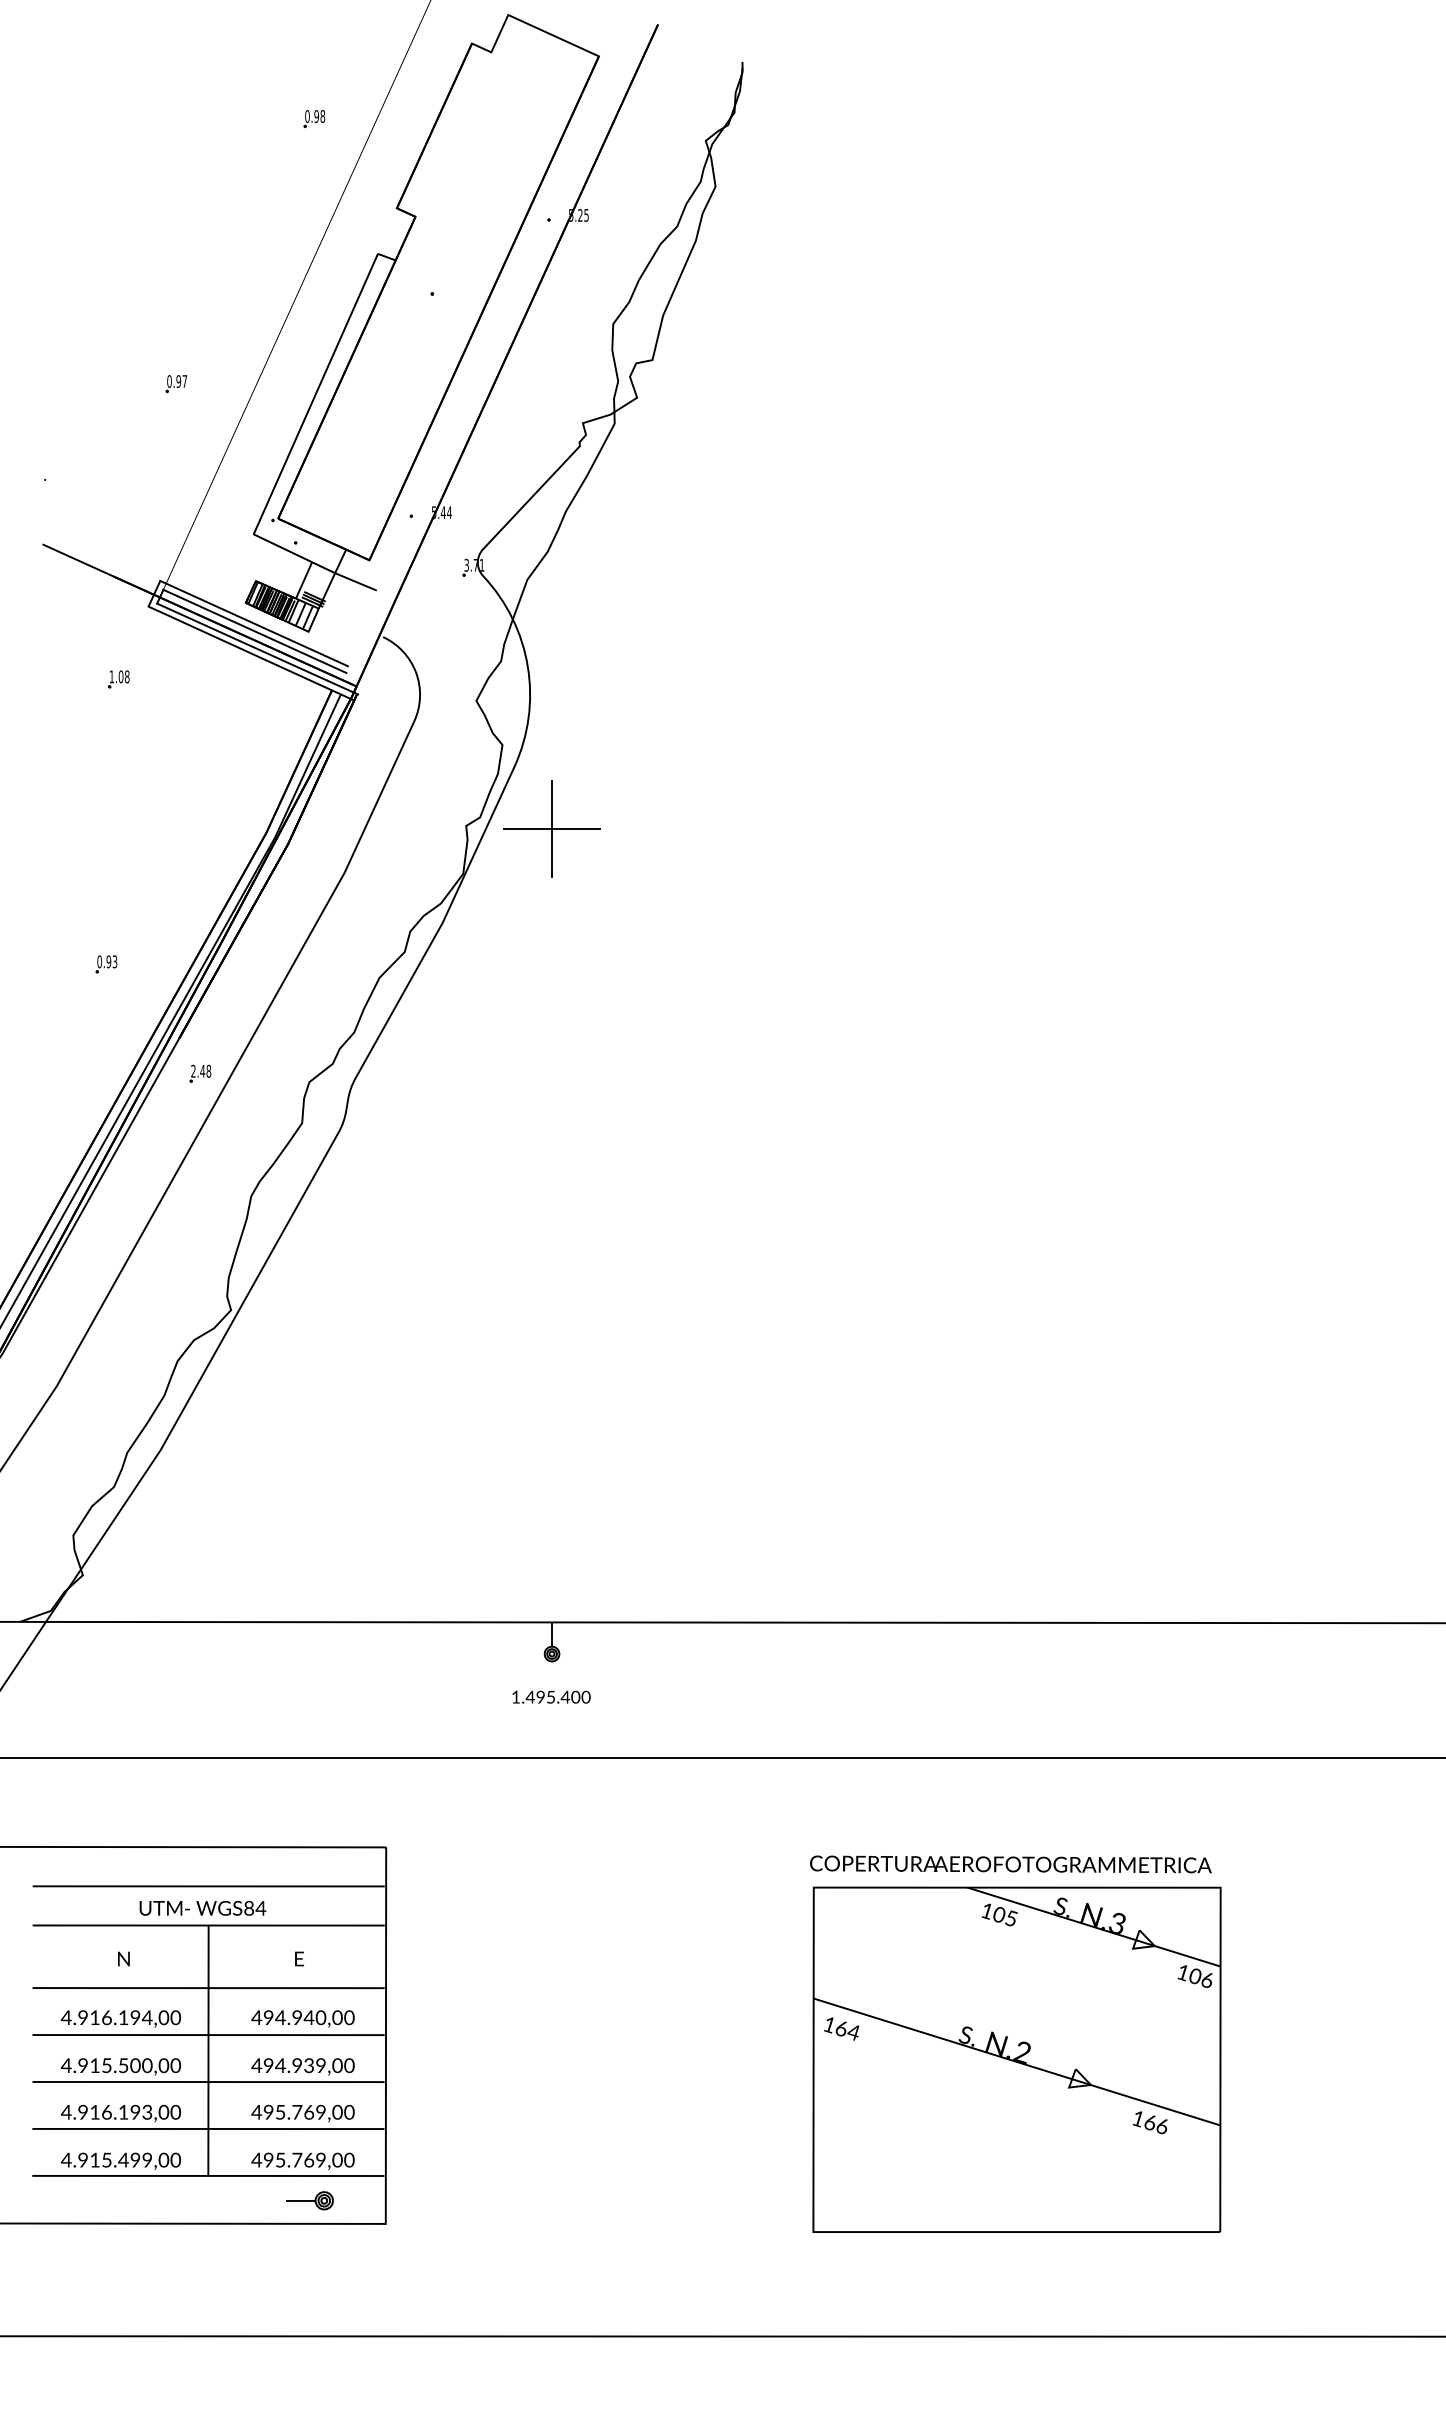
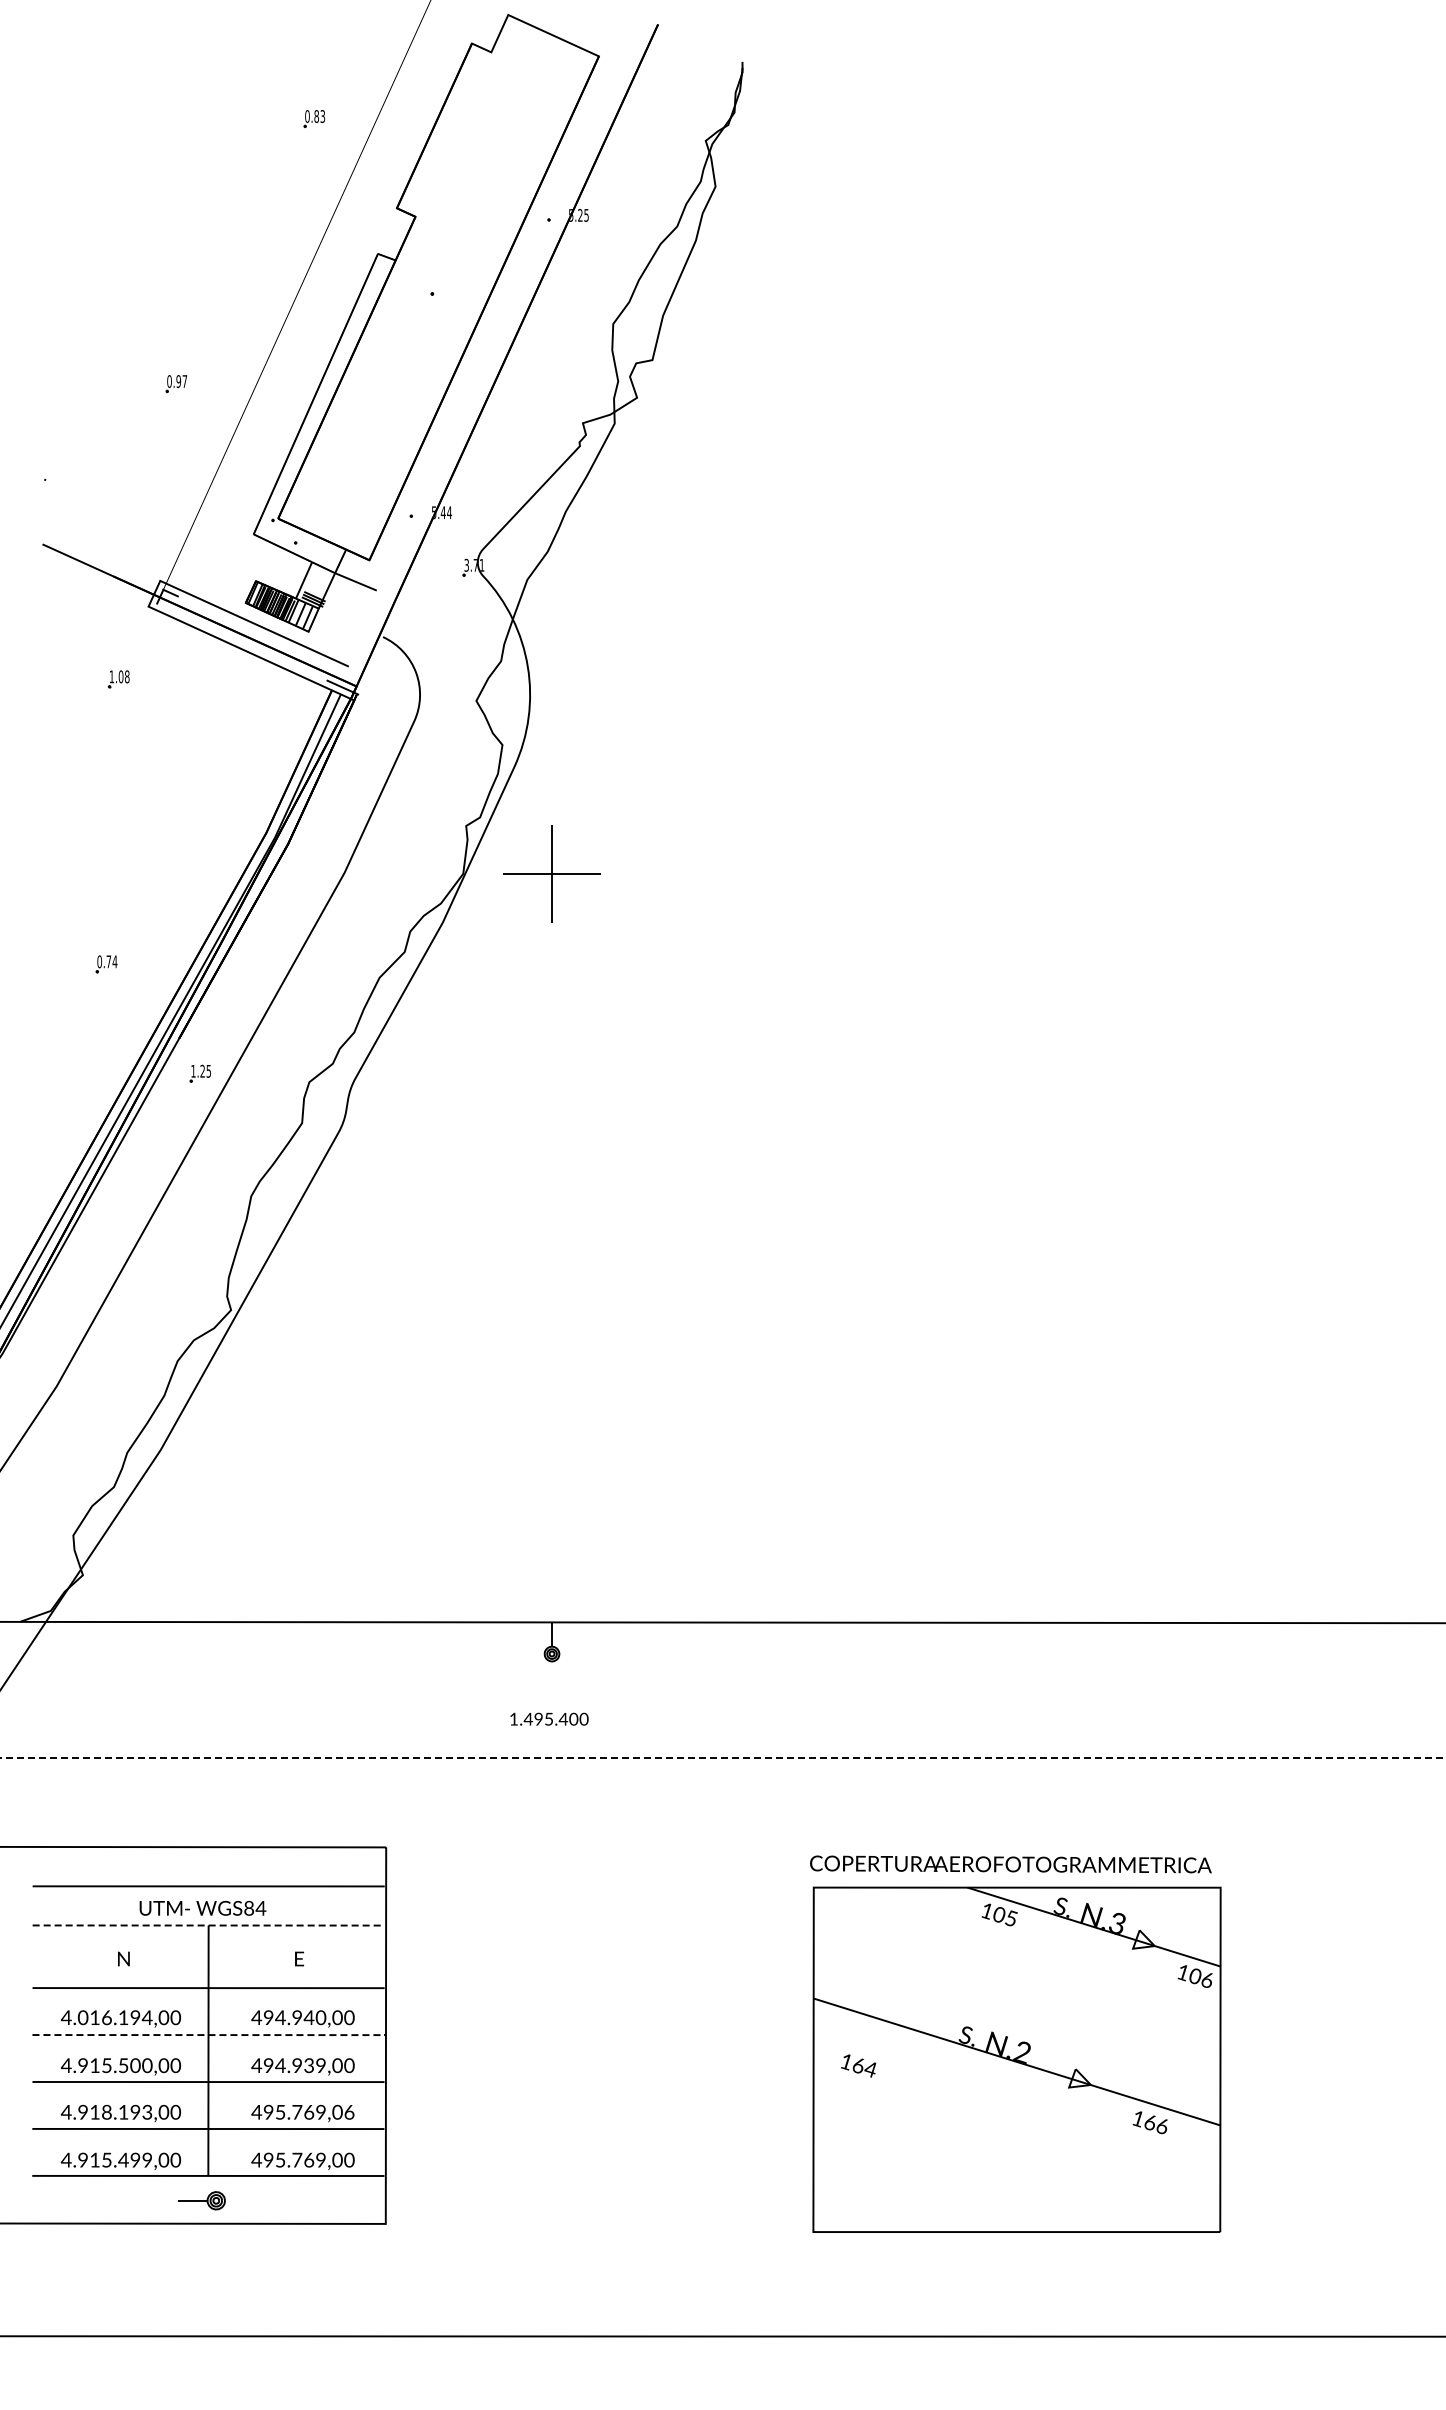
text at (319, 116): 0.98 -> 0.83
line at (261, 634): present -> none
line at (241, 641): present -> none
part at (551, 828) position: (551, 828) -> (551, 873)
text at (111, 961): 0.93 -> 0.74
text at (201, 1070): 2.48 -> 1.25
text at (551, 1696) position: (551, 1696) -> (549, 1718)
line at (722, 1757): solid -> dashed
line at (209, 1925): solid -> dashed
text at (82, 2018): 4.916.194,00 -> 4.016.194,00
text at (841, 2028) position: (841, 2028) -> (858, 2065)
line at (209, 2035): solid -> dashed
text at (106, 2111): 4.916.193,00 -> 4.918.193,00
text at (349, 2111): 495.769,00 -> 495.769,06
part at (309, 2200) position: (309, 2200) -> (201, 2200)
